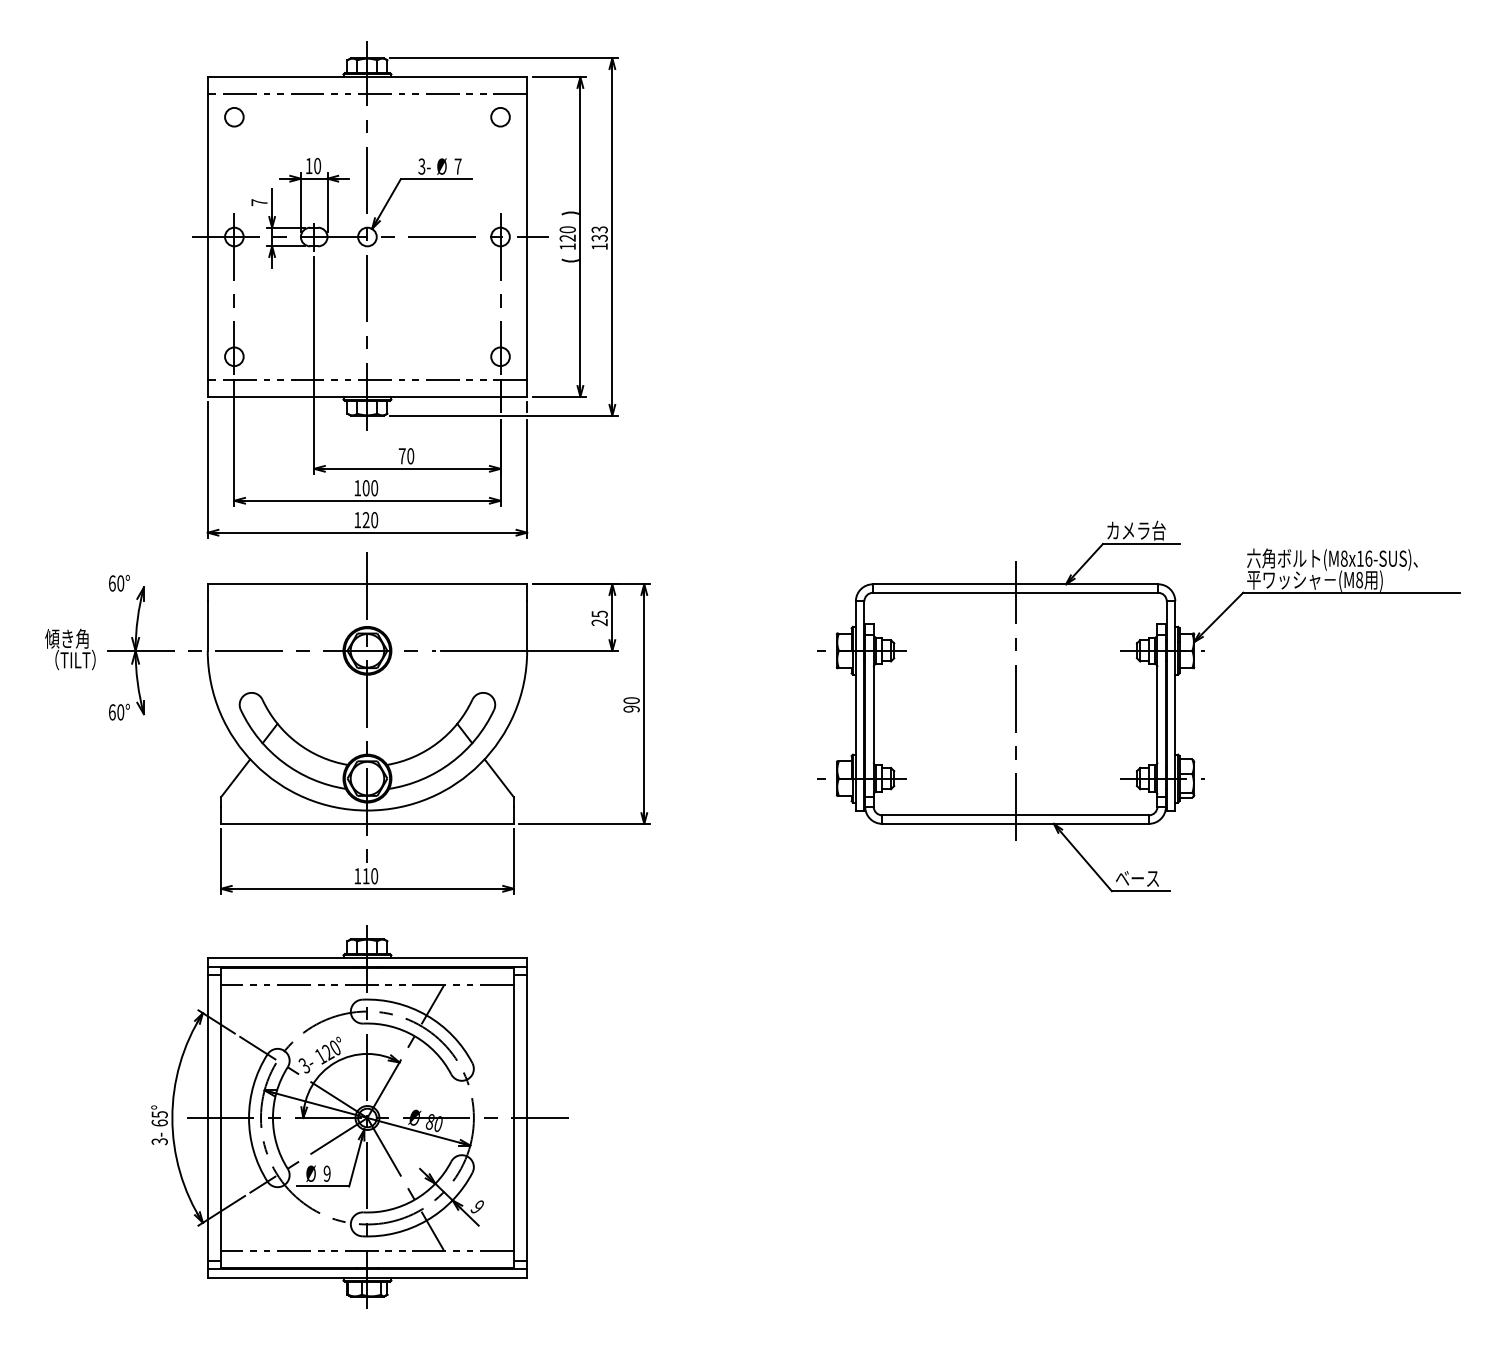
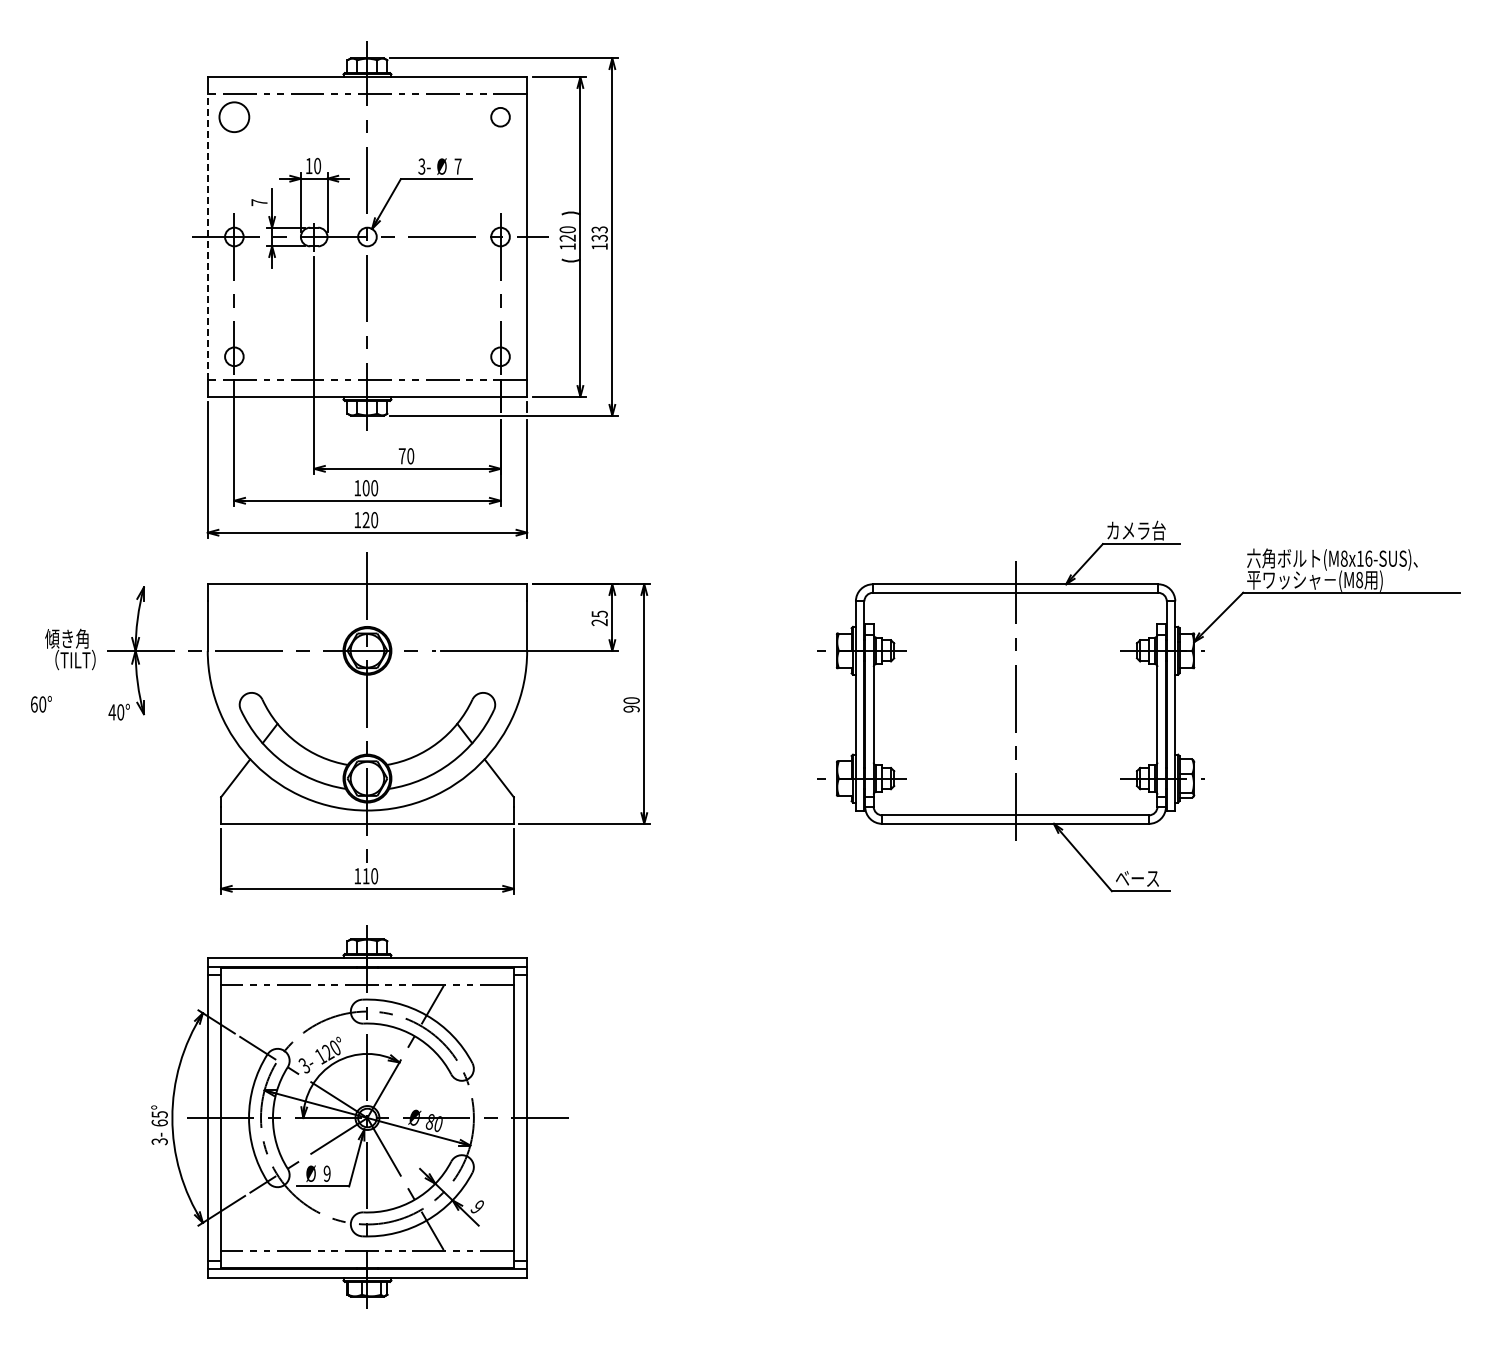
circle at (234, 116) diameter: 19 px -> 30 px
line at (207, 237): solid -> dashed
text at (119, 583) position: (119, 583) -> (41, 704)
text at (112, 712): 60° -> 40°
